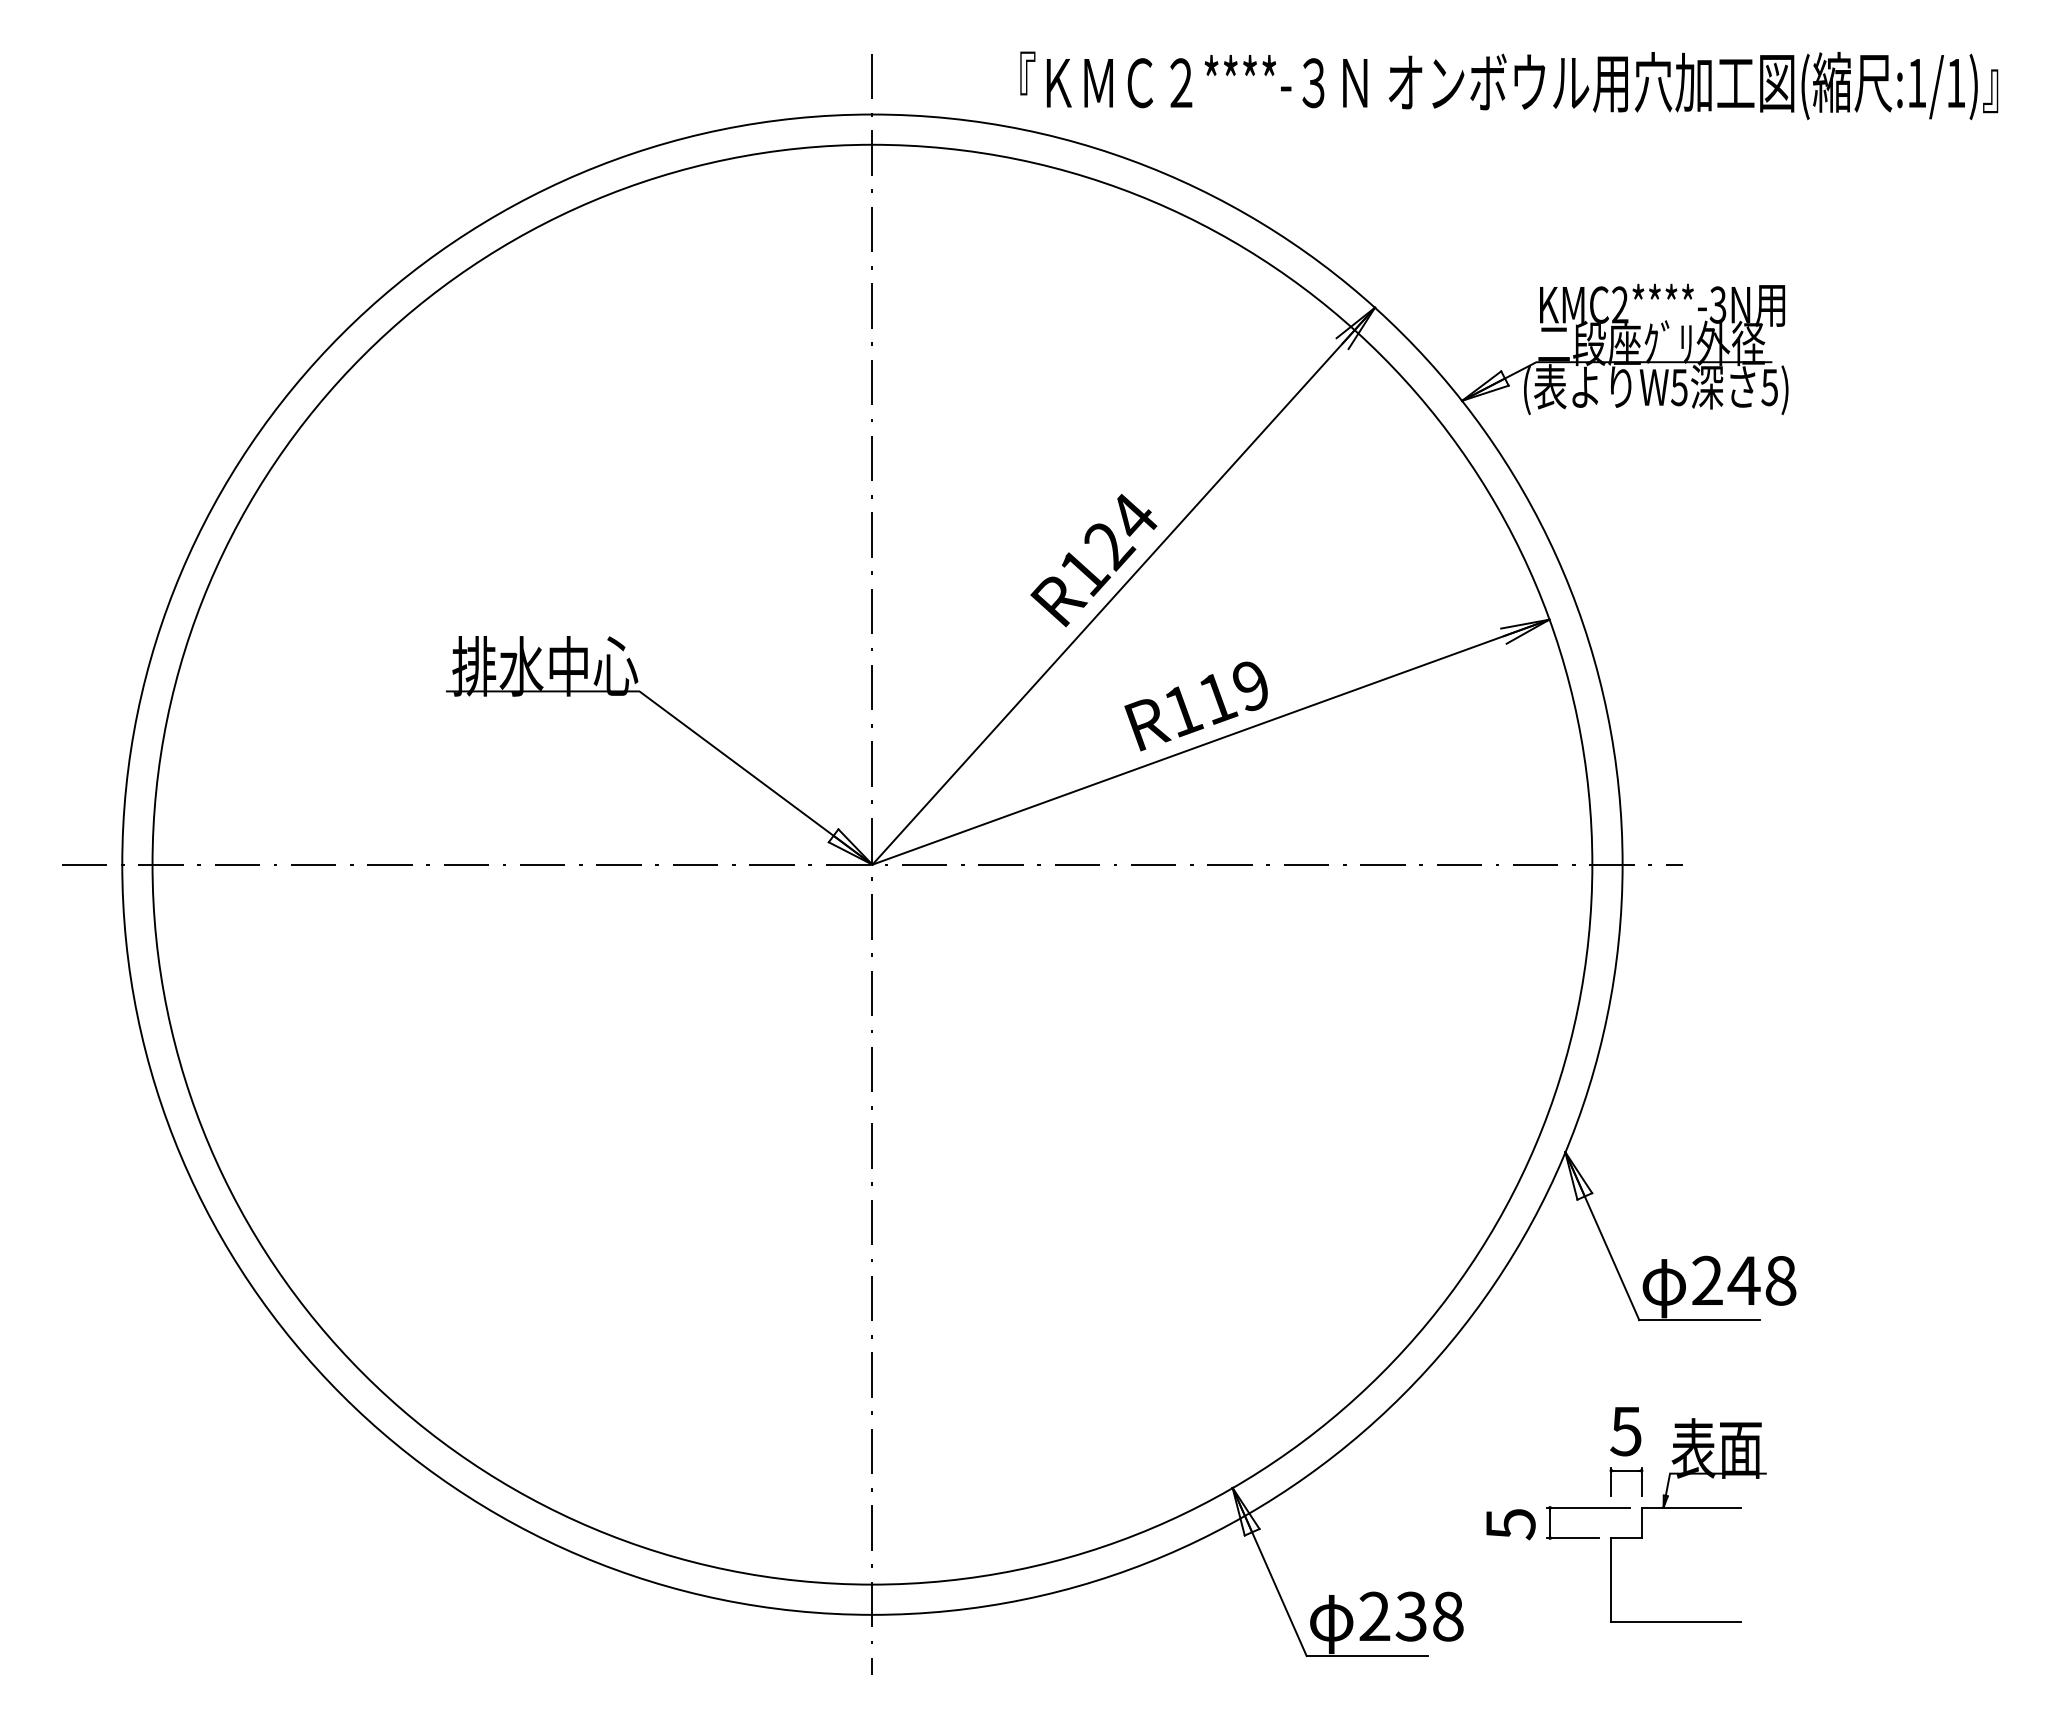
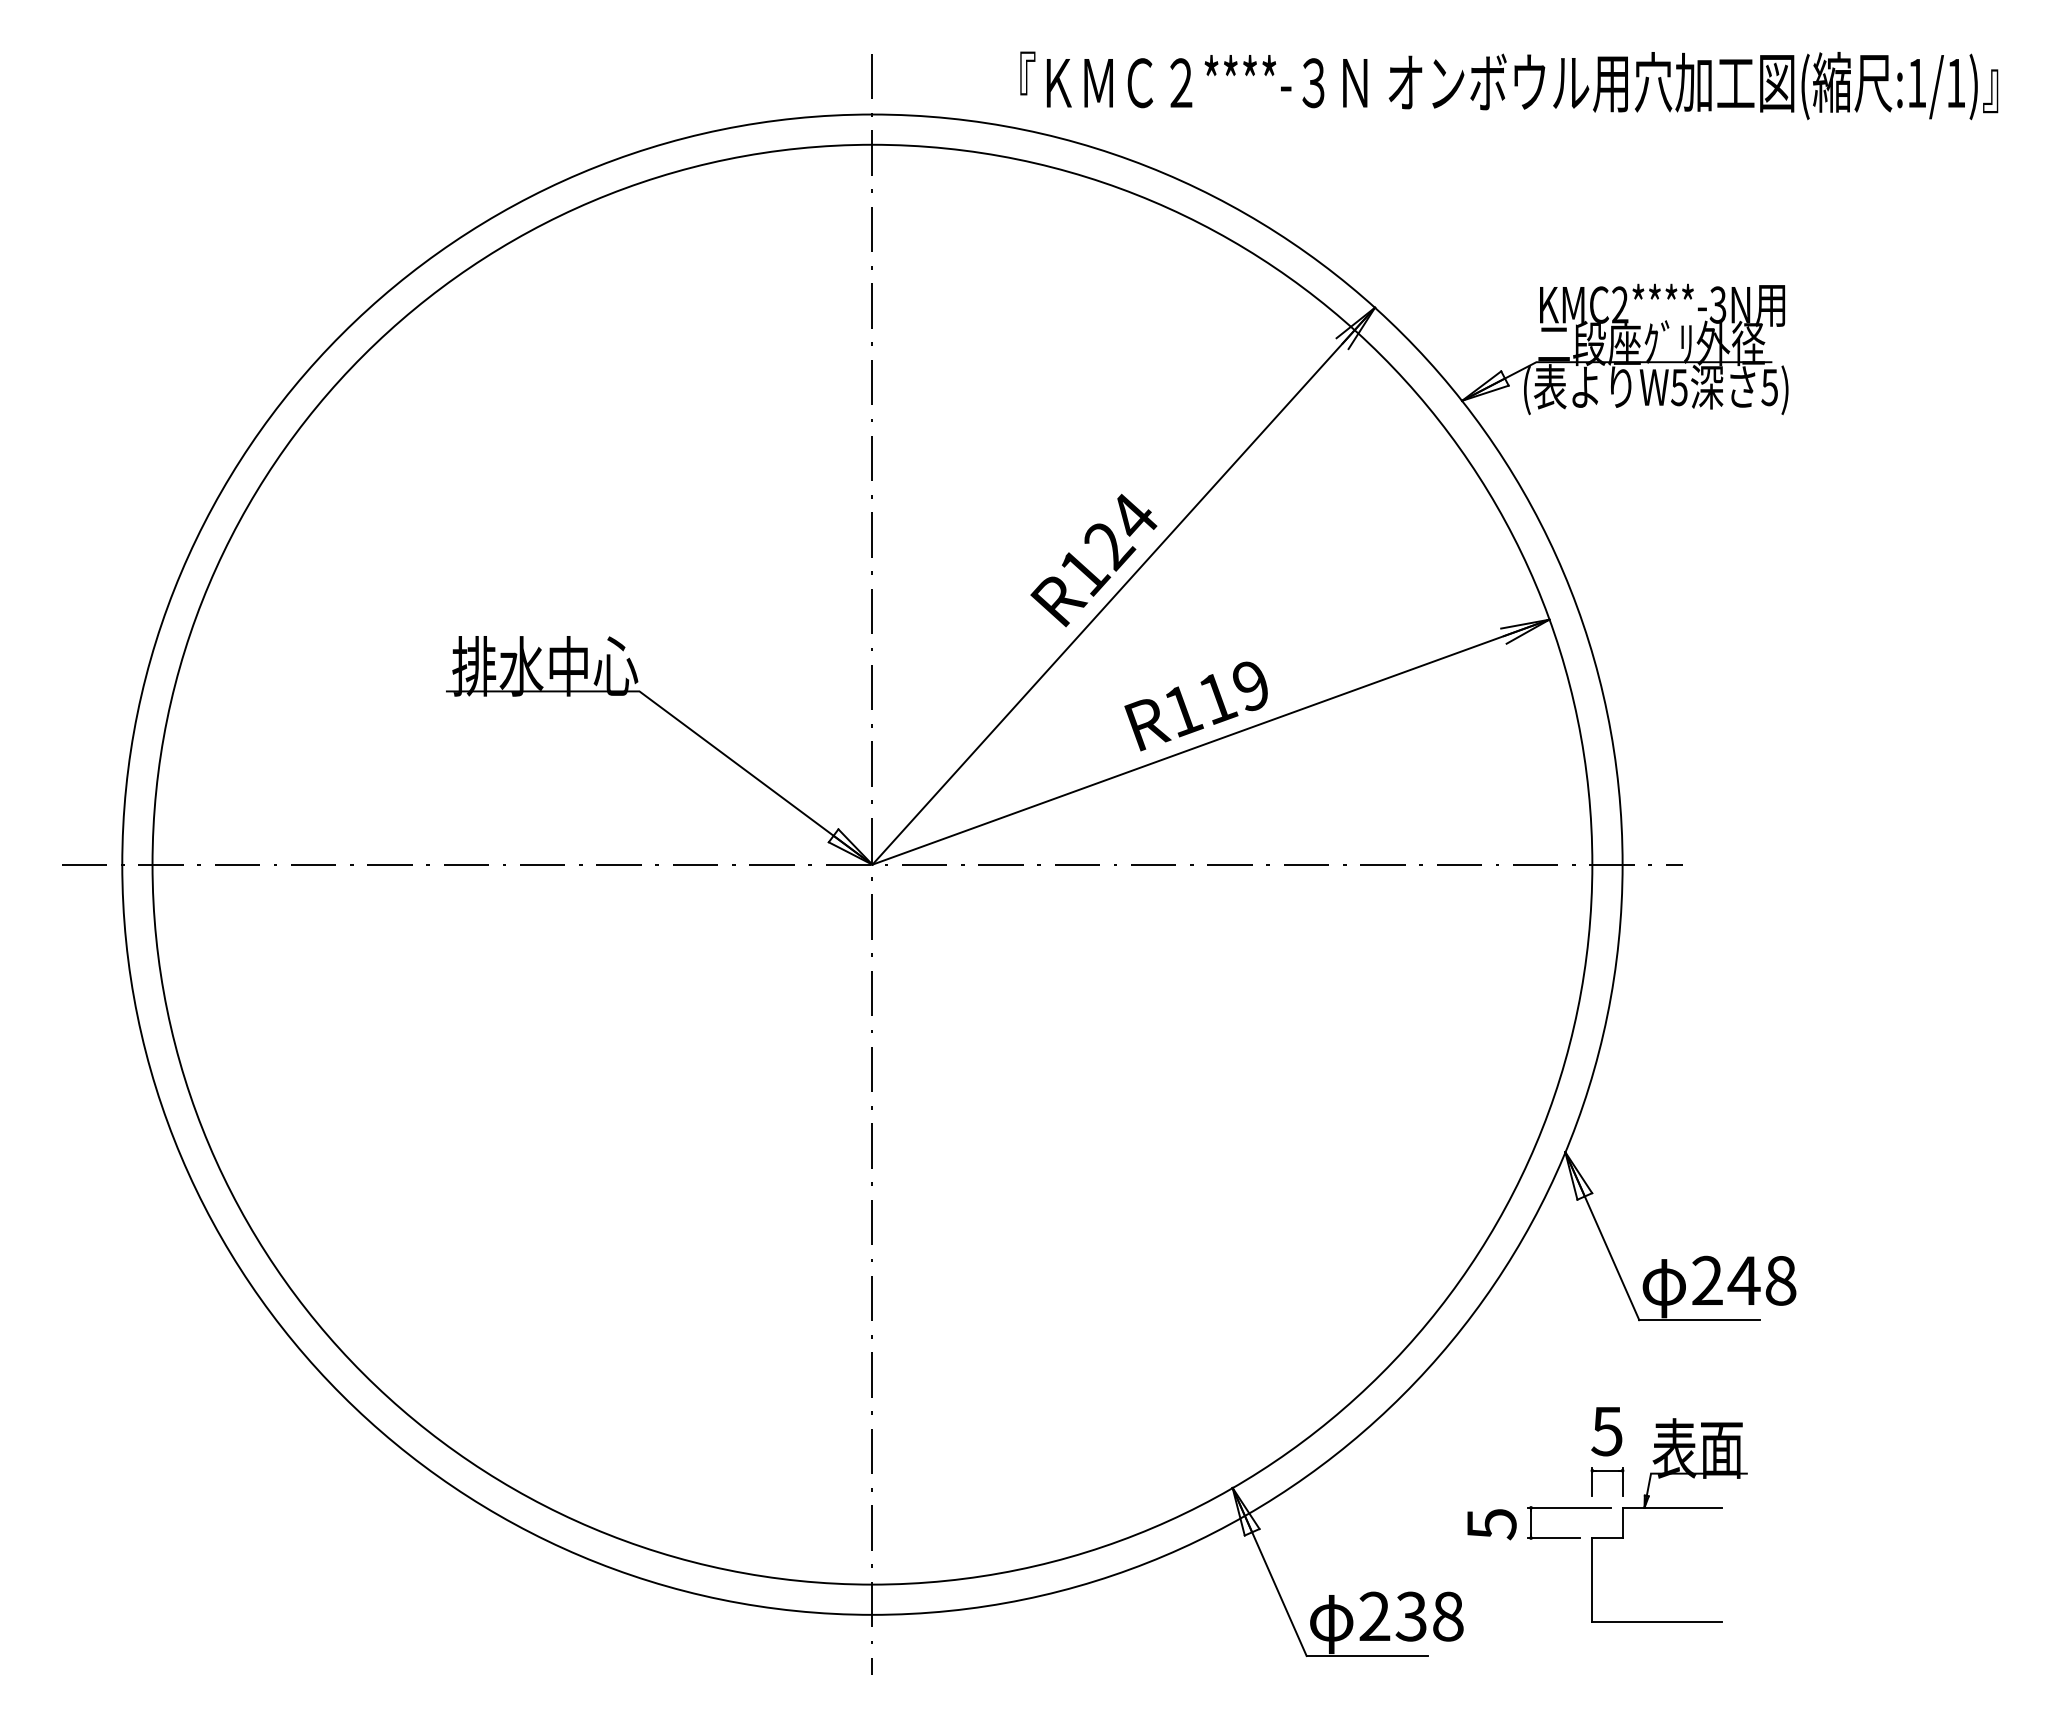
part at (1626, 1514) position: (1626, 1514) -> (1607, 1514)
